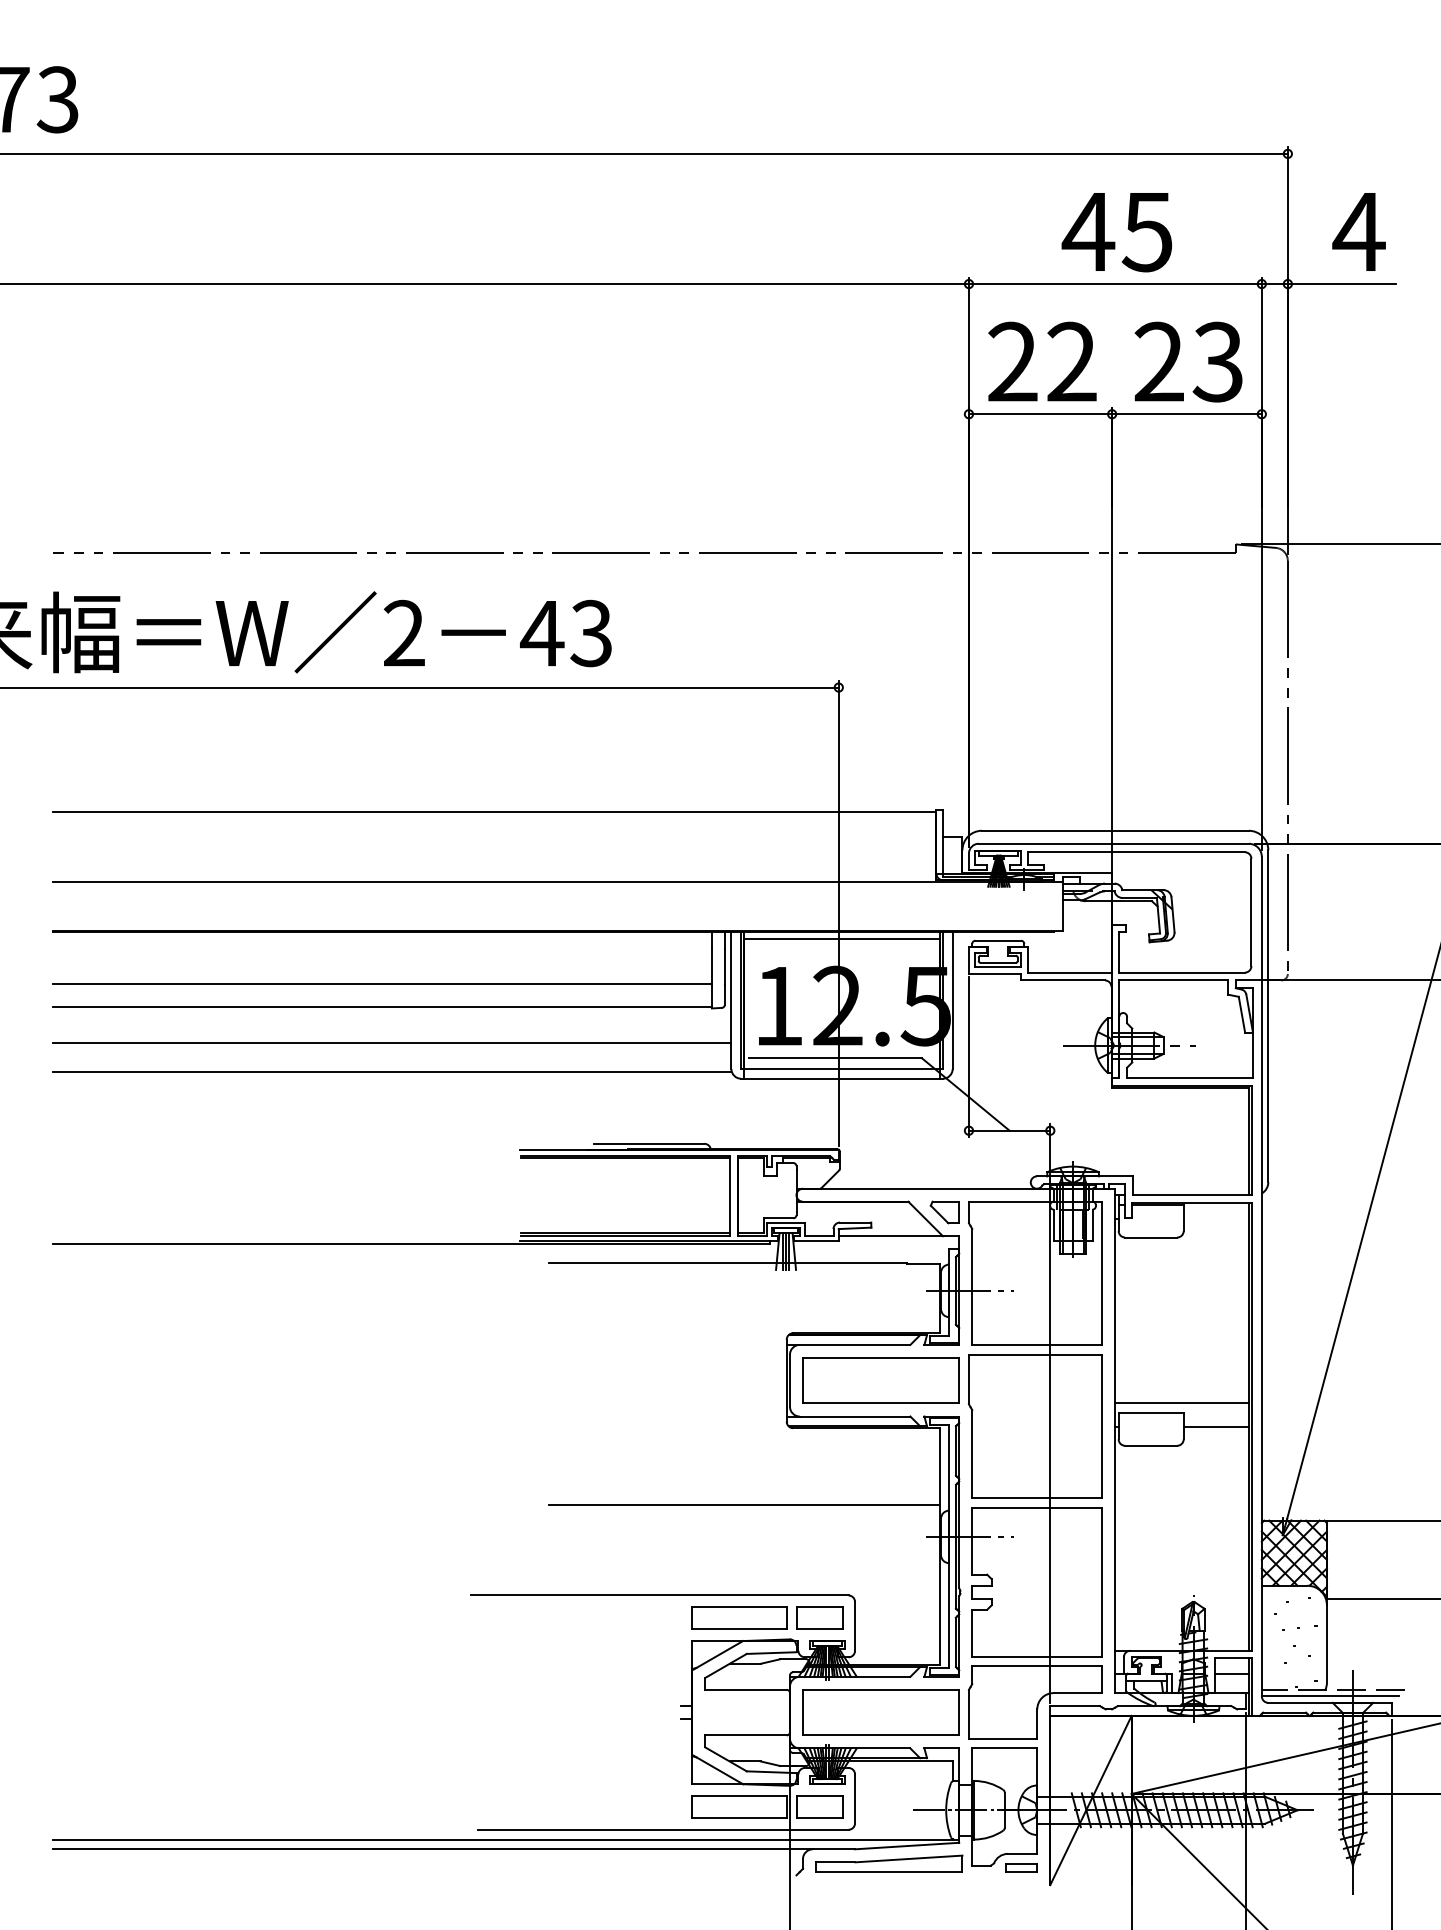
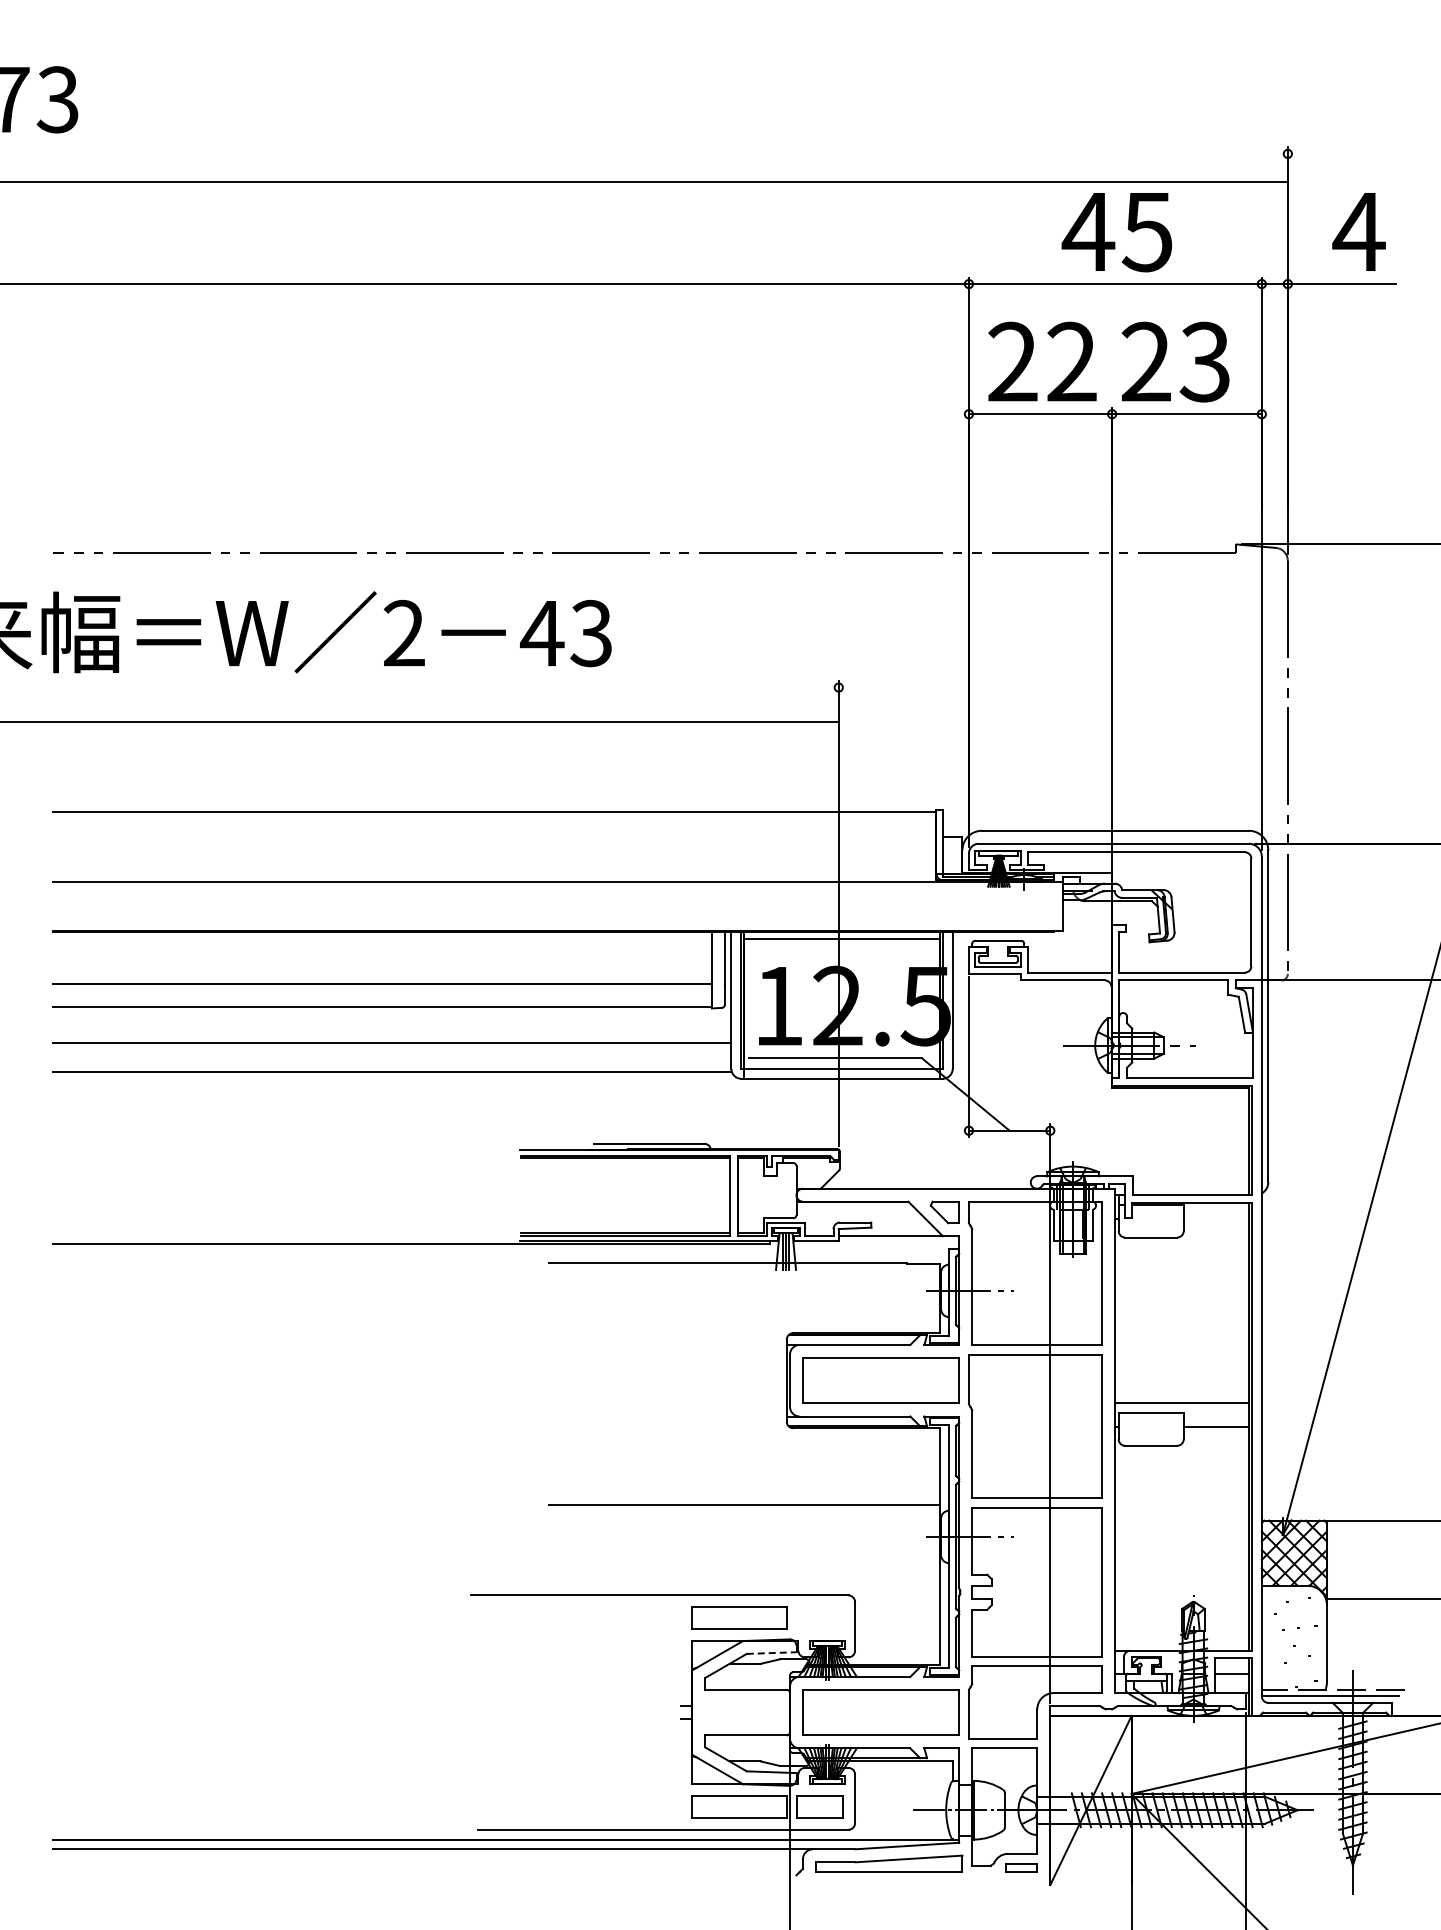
line at (644, 153) position: (644, 153) -> (644, 181)
text at (1188, 361) position: (1188, 361) -> (1175, 361)
line at (420, 687) position: (420, 687) -> (420, 721)
part at (819, 1617): present -> none
line at (771, 1653): solid -> dashed
line at (1391, 1823): present -> none
